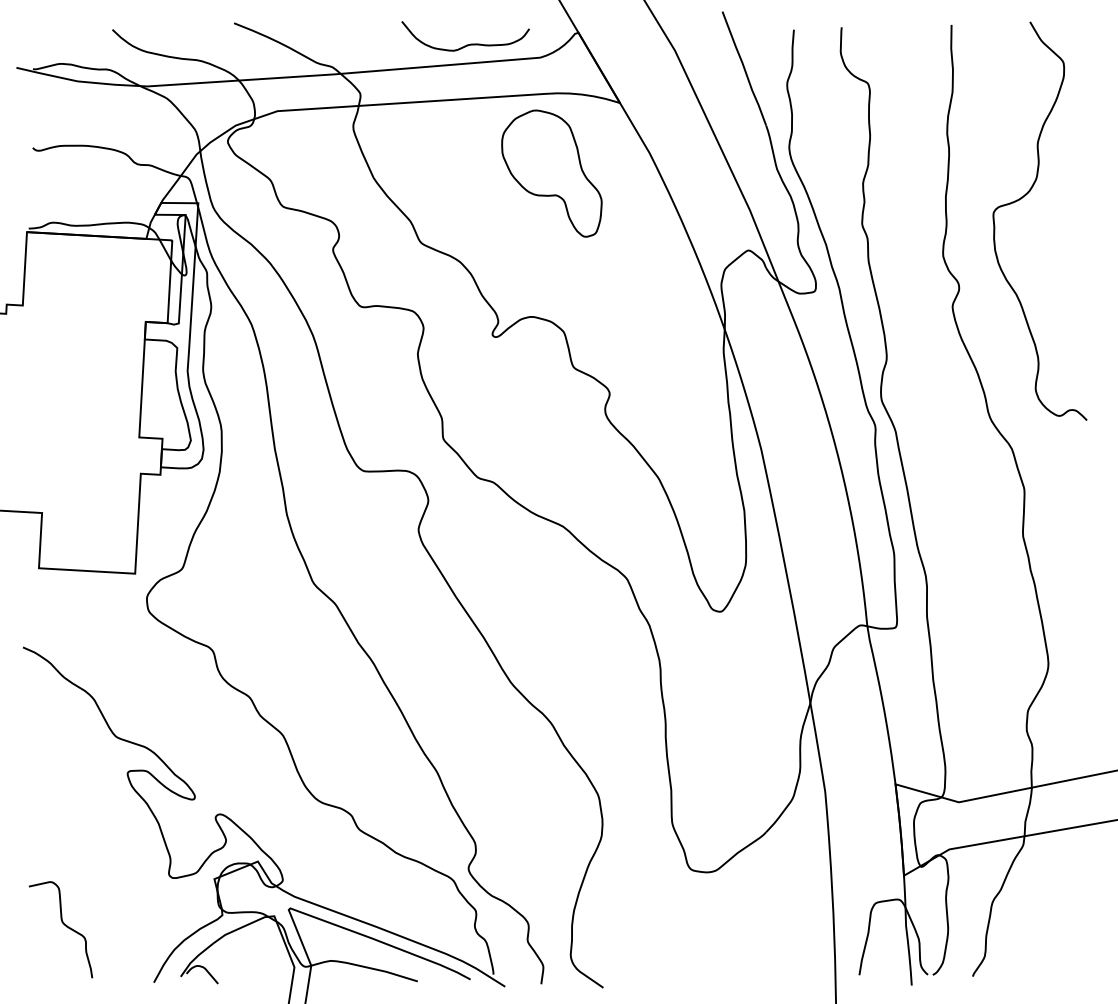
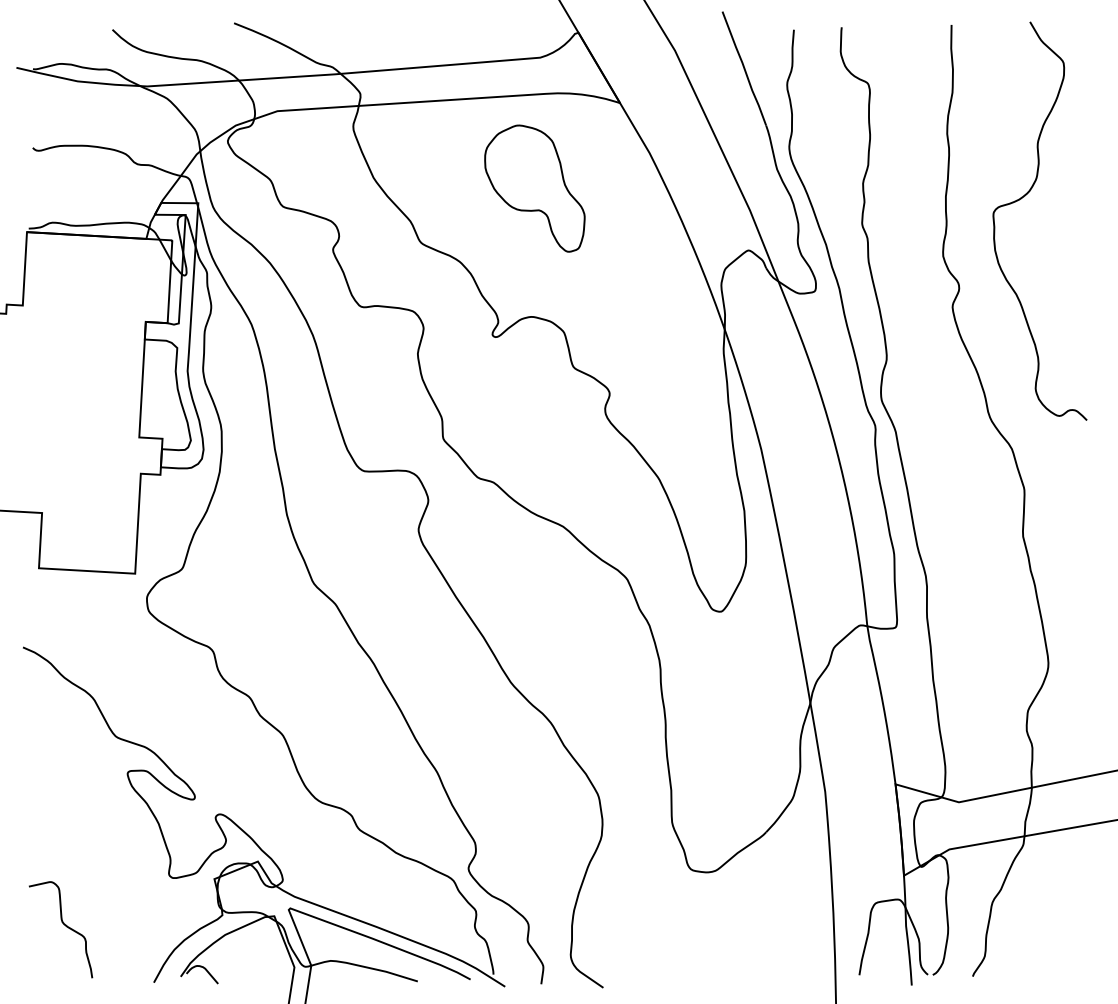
curve at (466, 44): present -> none
part at (551, 173) position: (551, 173) -> (534, 188)
